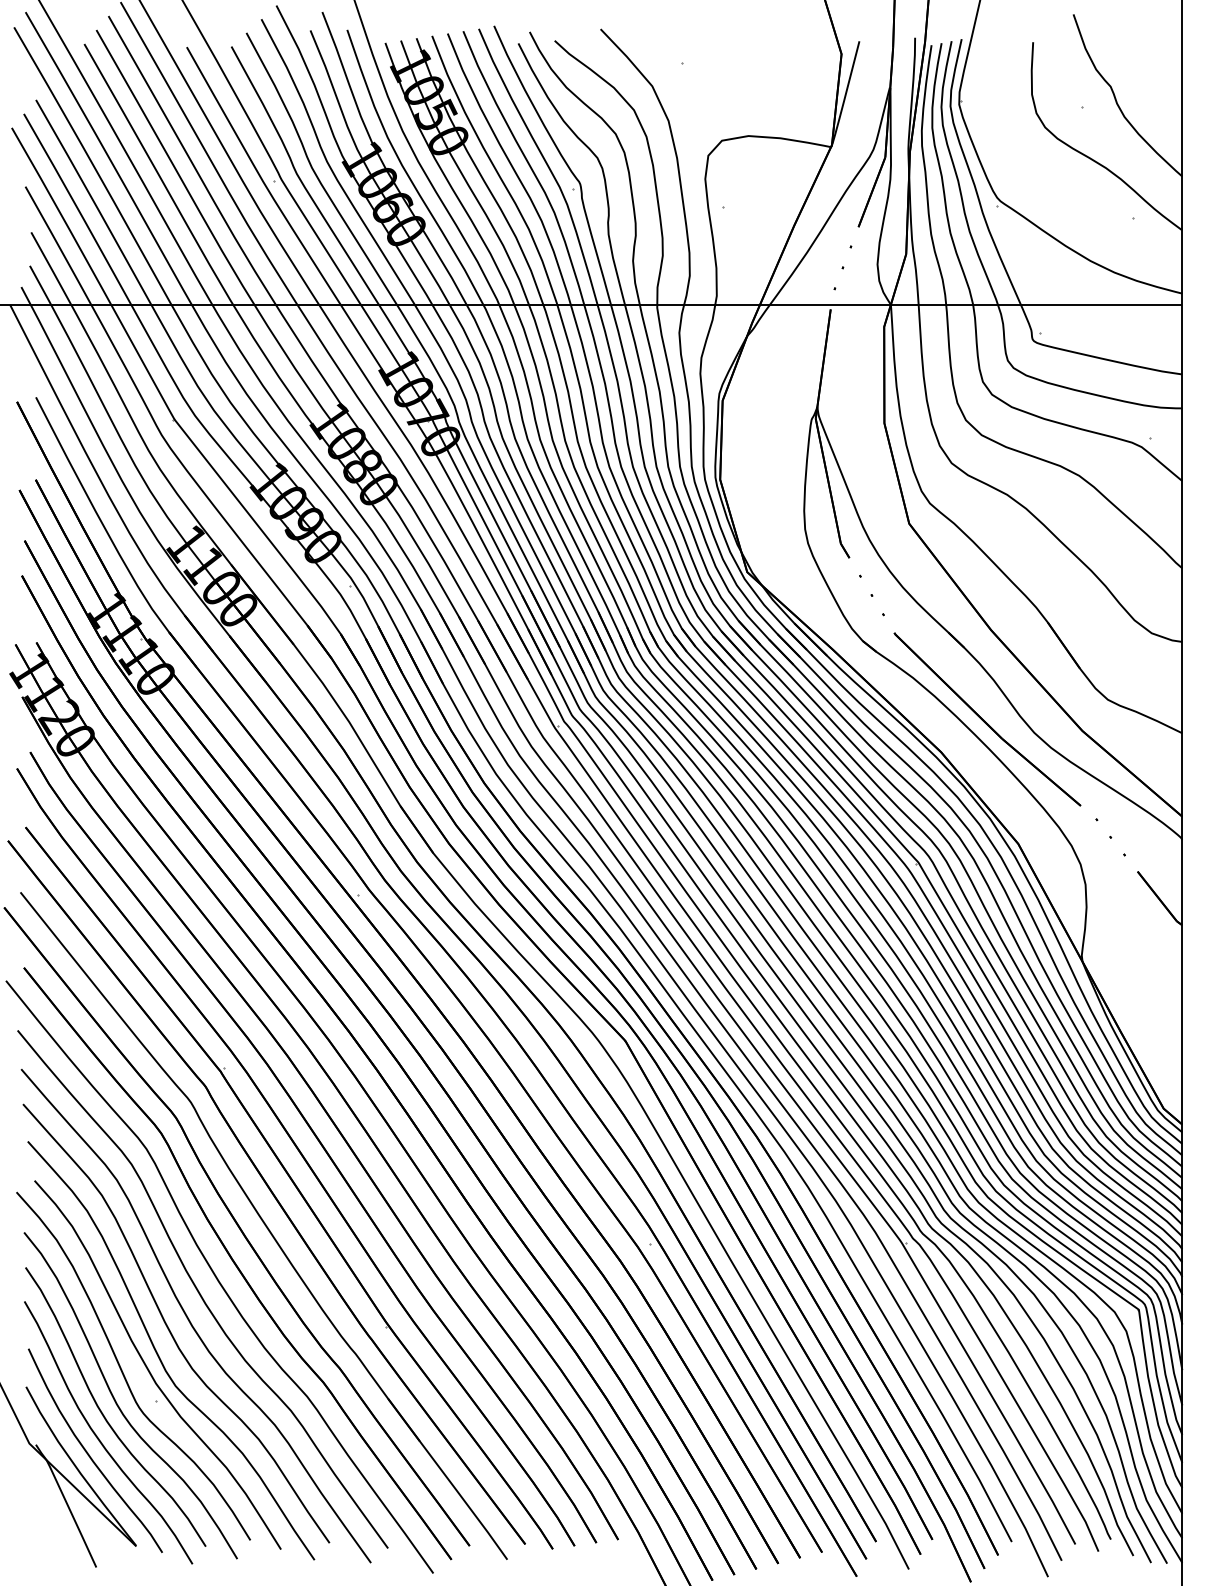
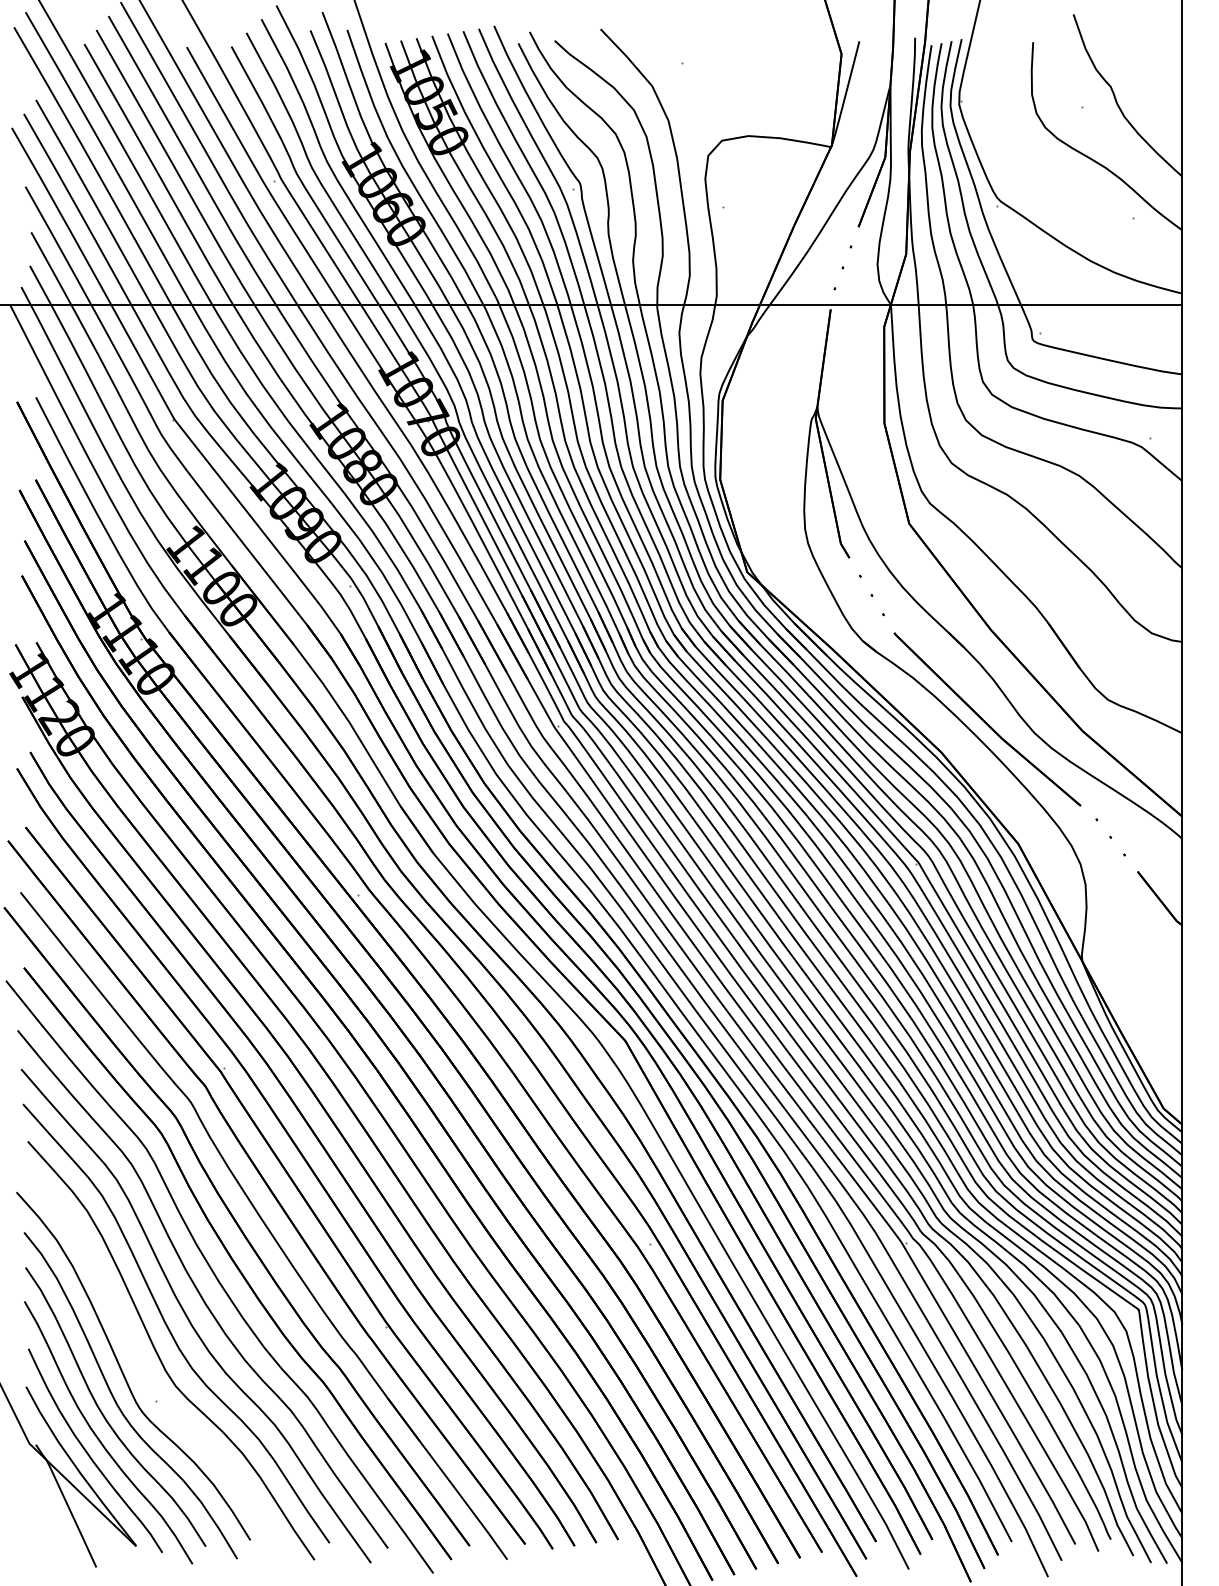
curve at (149, 1369): present -> none
